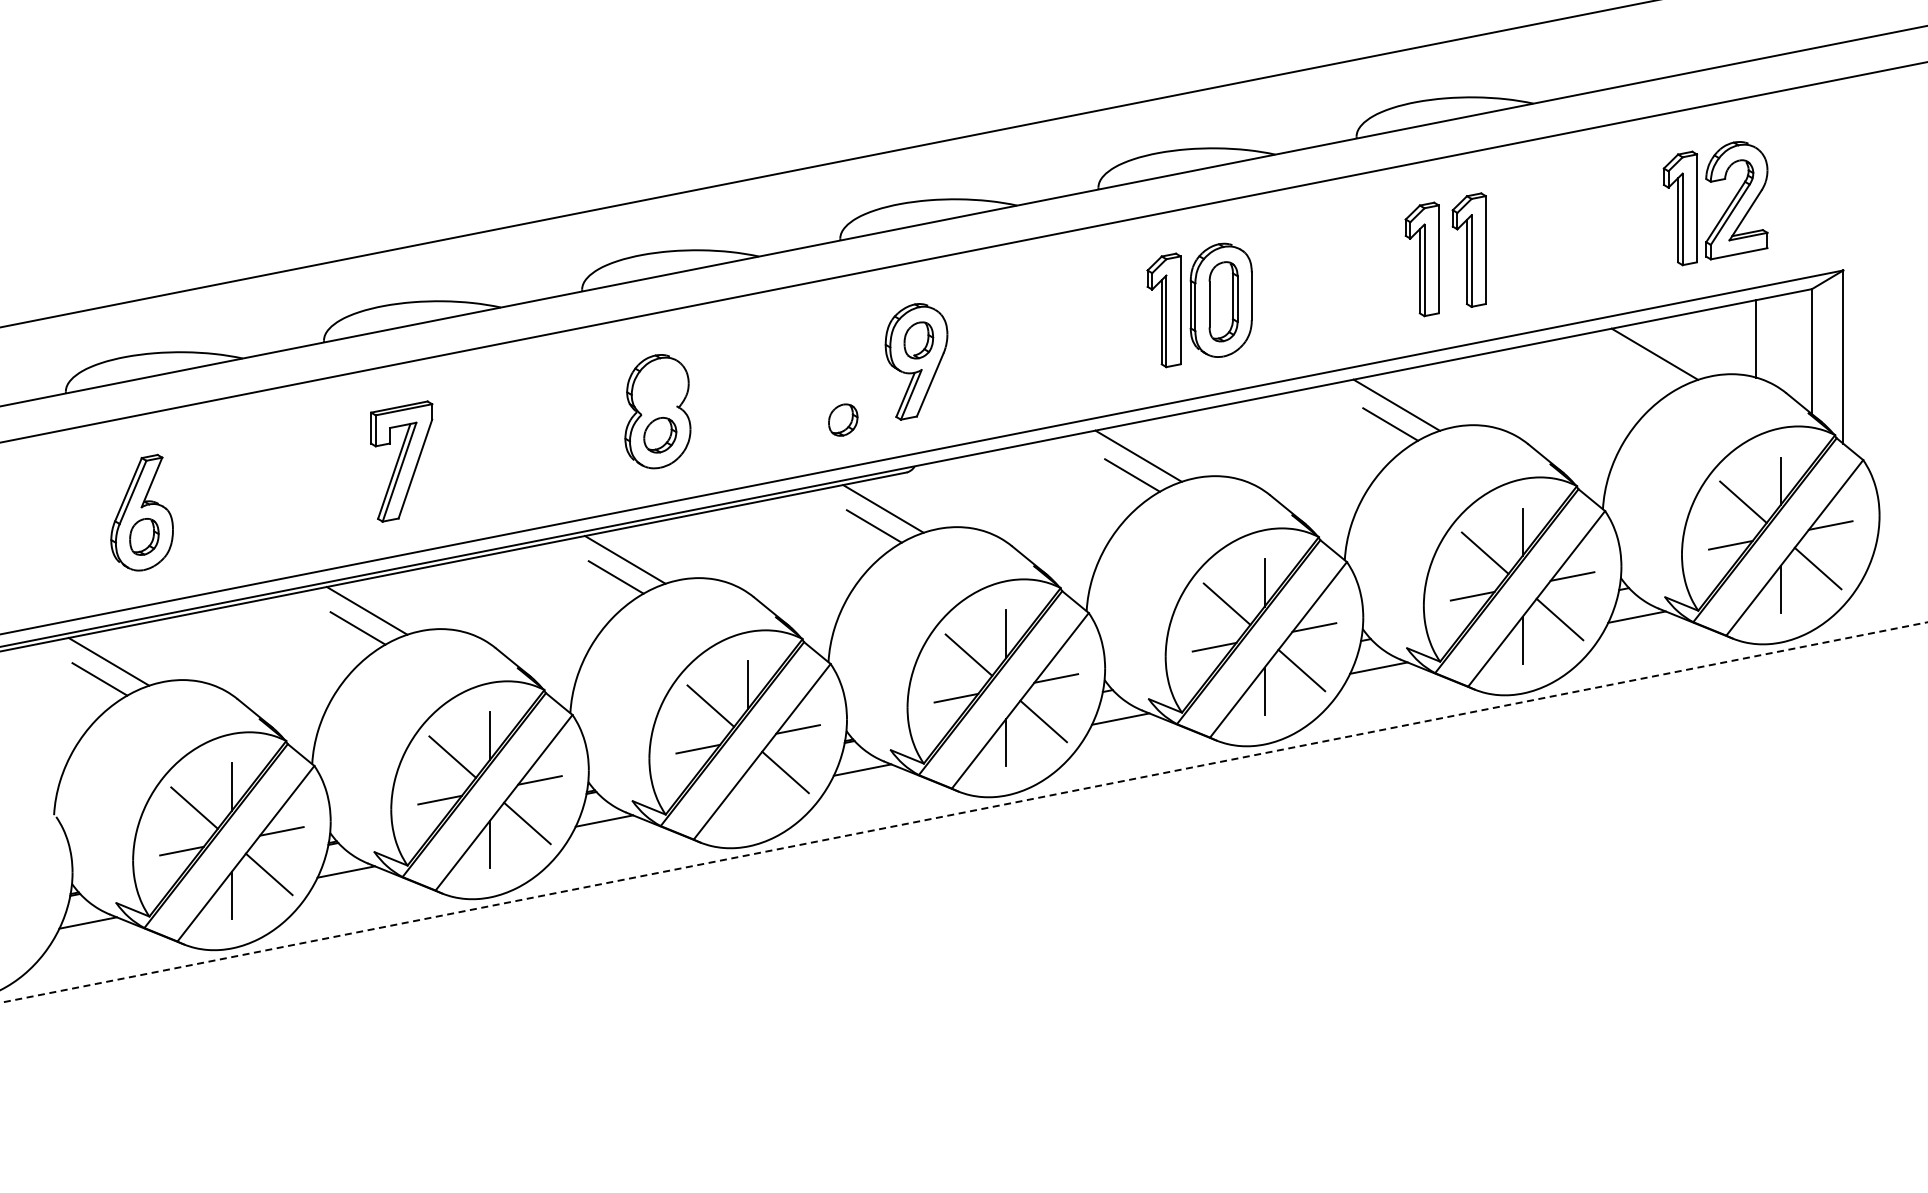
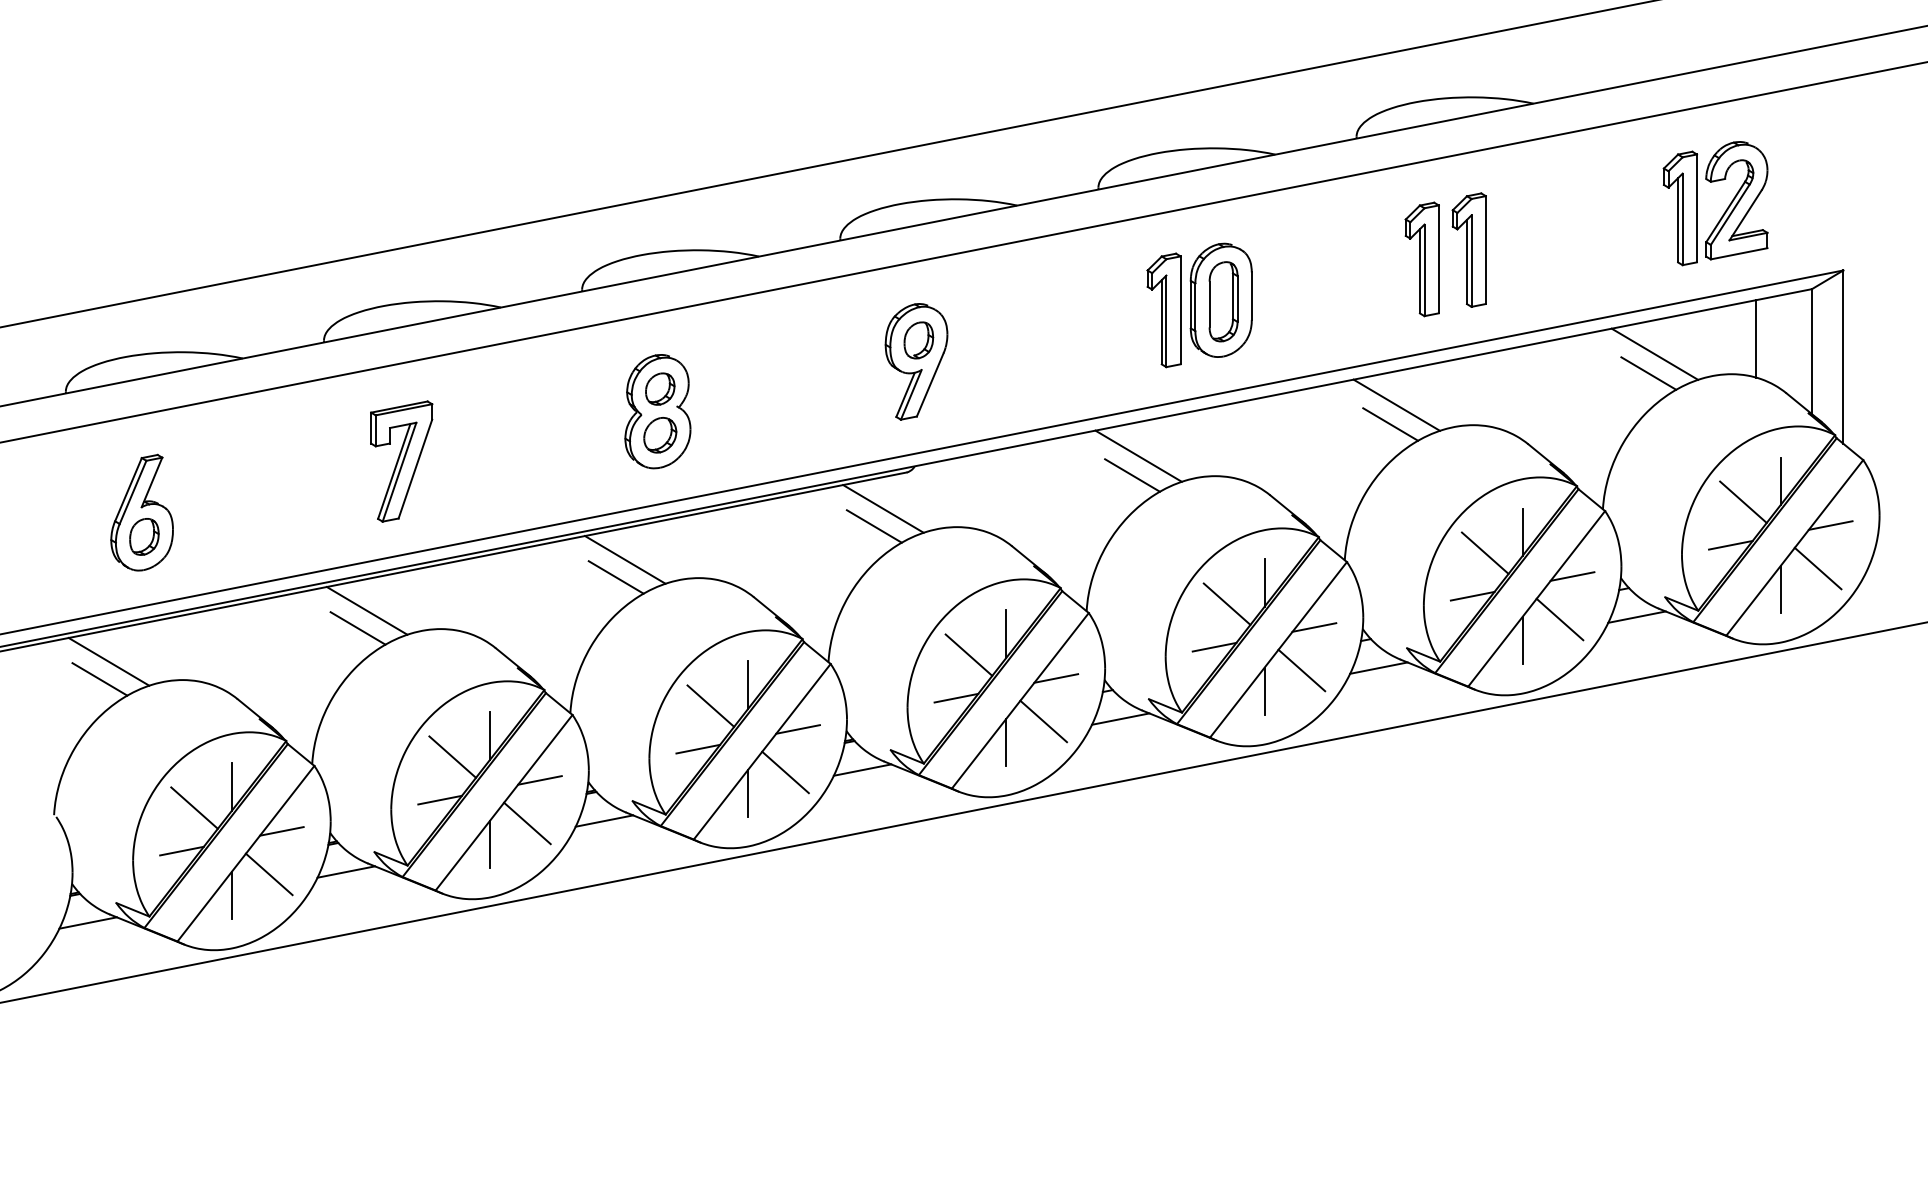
line at (1648, 373): none -> present
part at (843, 419) position: (843, 419) -> (660, 388)
line at (748, 793): none -> present
line at (963, 812): dashed -> solid
